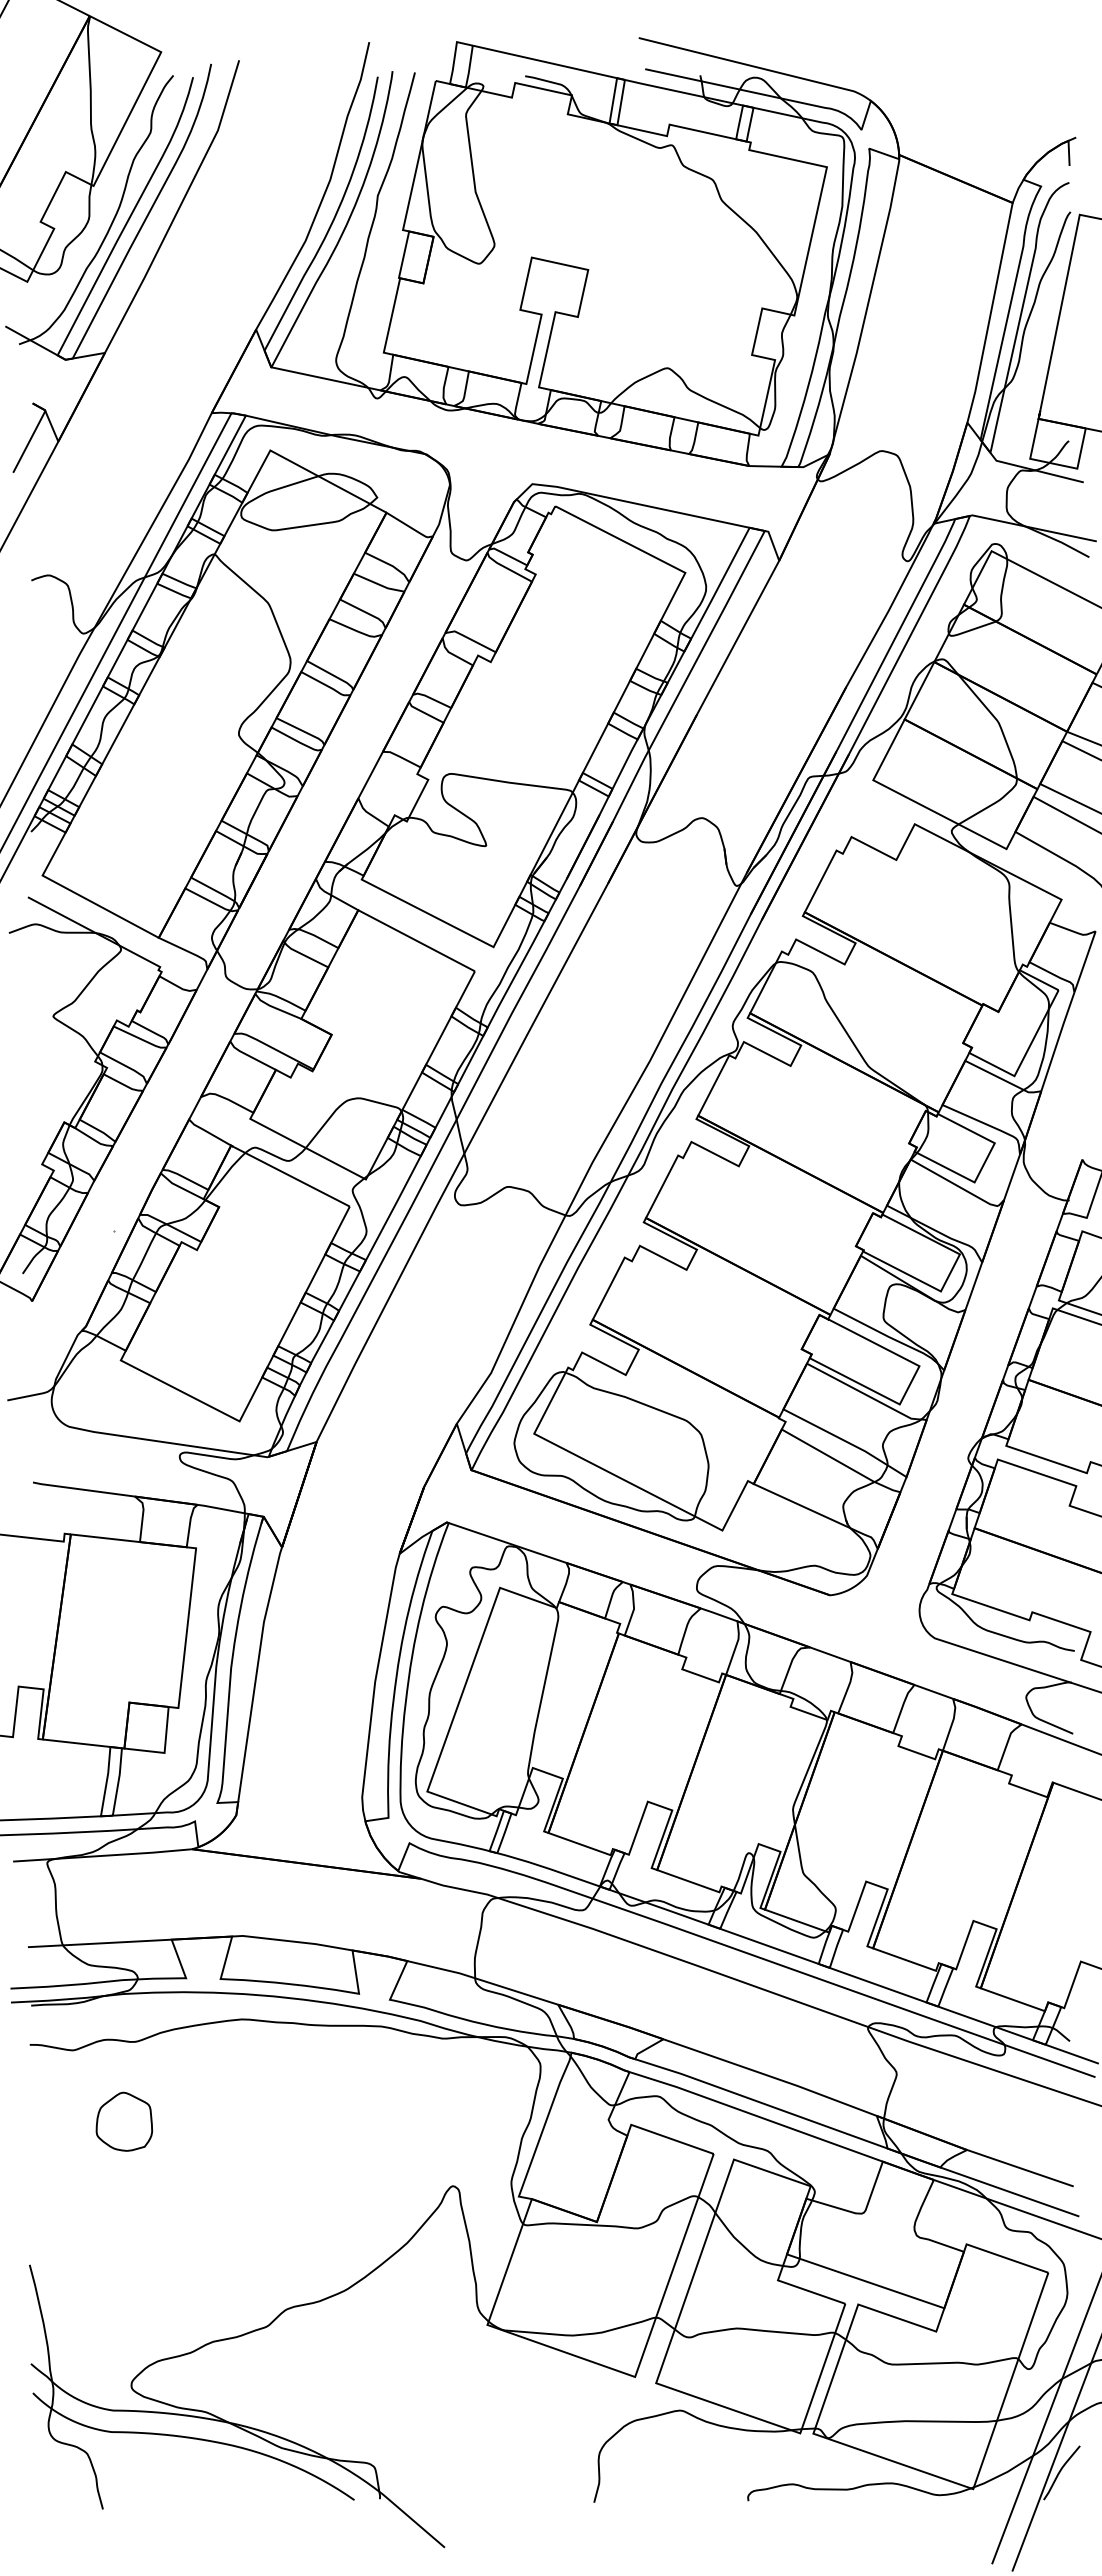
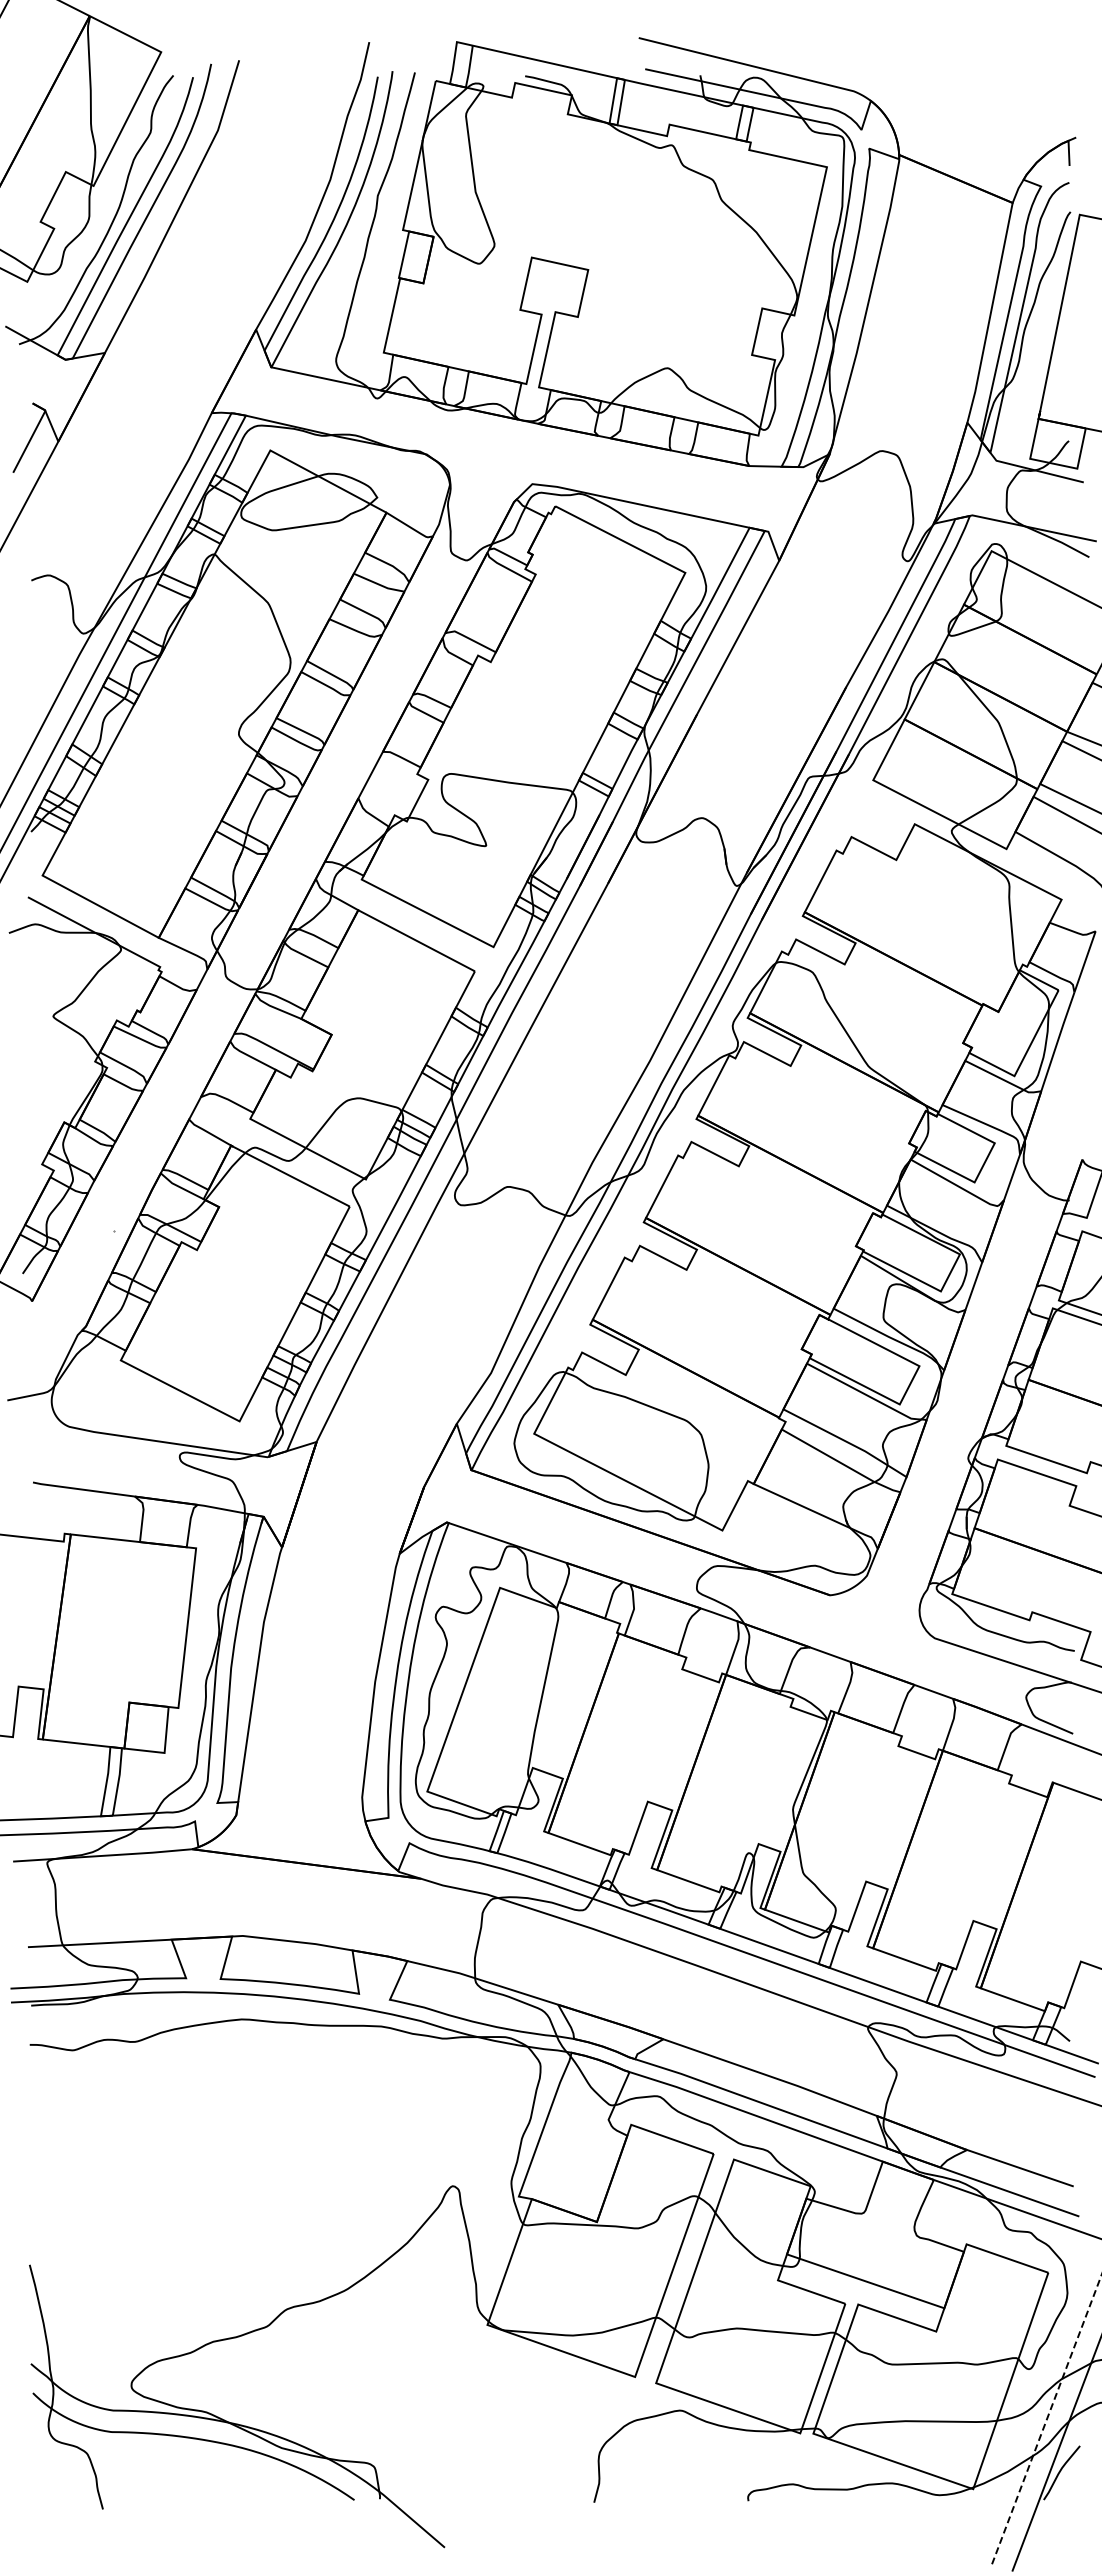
part at (124, 2121): present -> none
line at (1047, 2418): solid -> dashed
